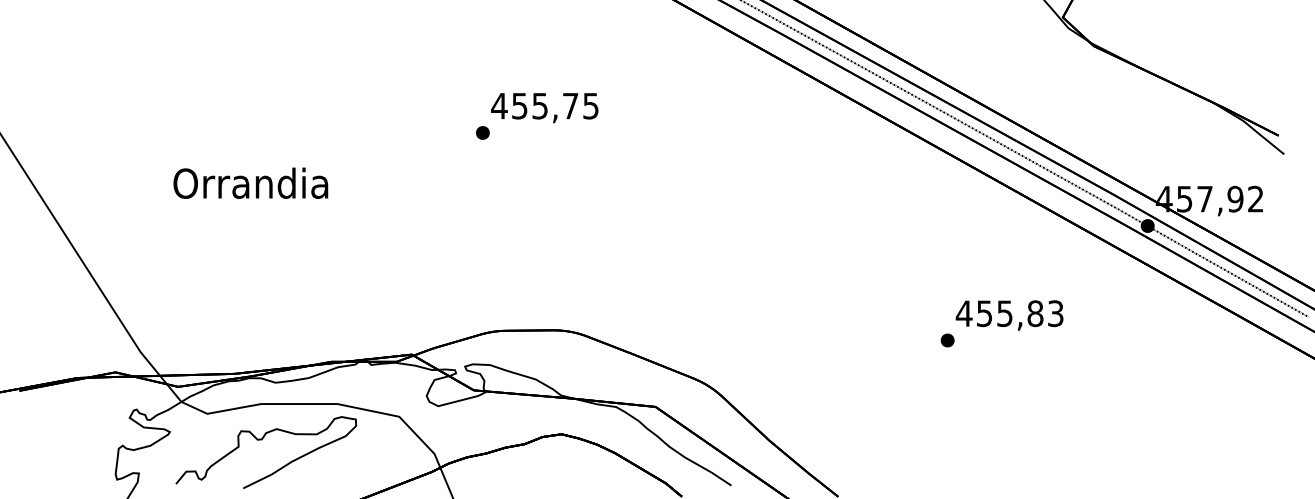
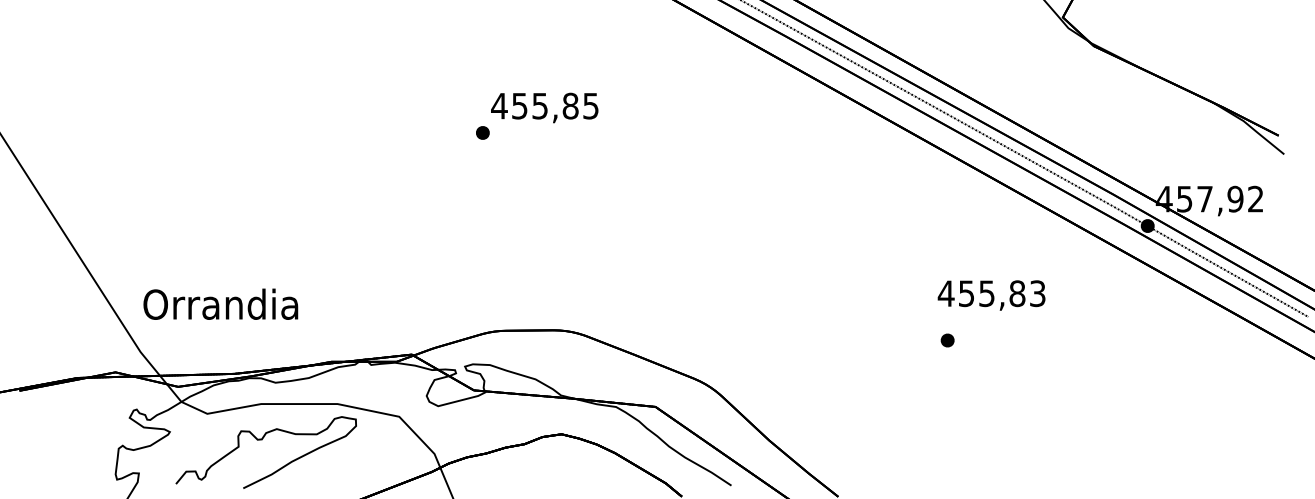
text at (570, 105): 455,75 -> 455,85
text at (250, 182) position: (250, 182) -> (220, 303)
text at (1009, 315) position: (1009, 315) -> (991, 295)
